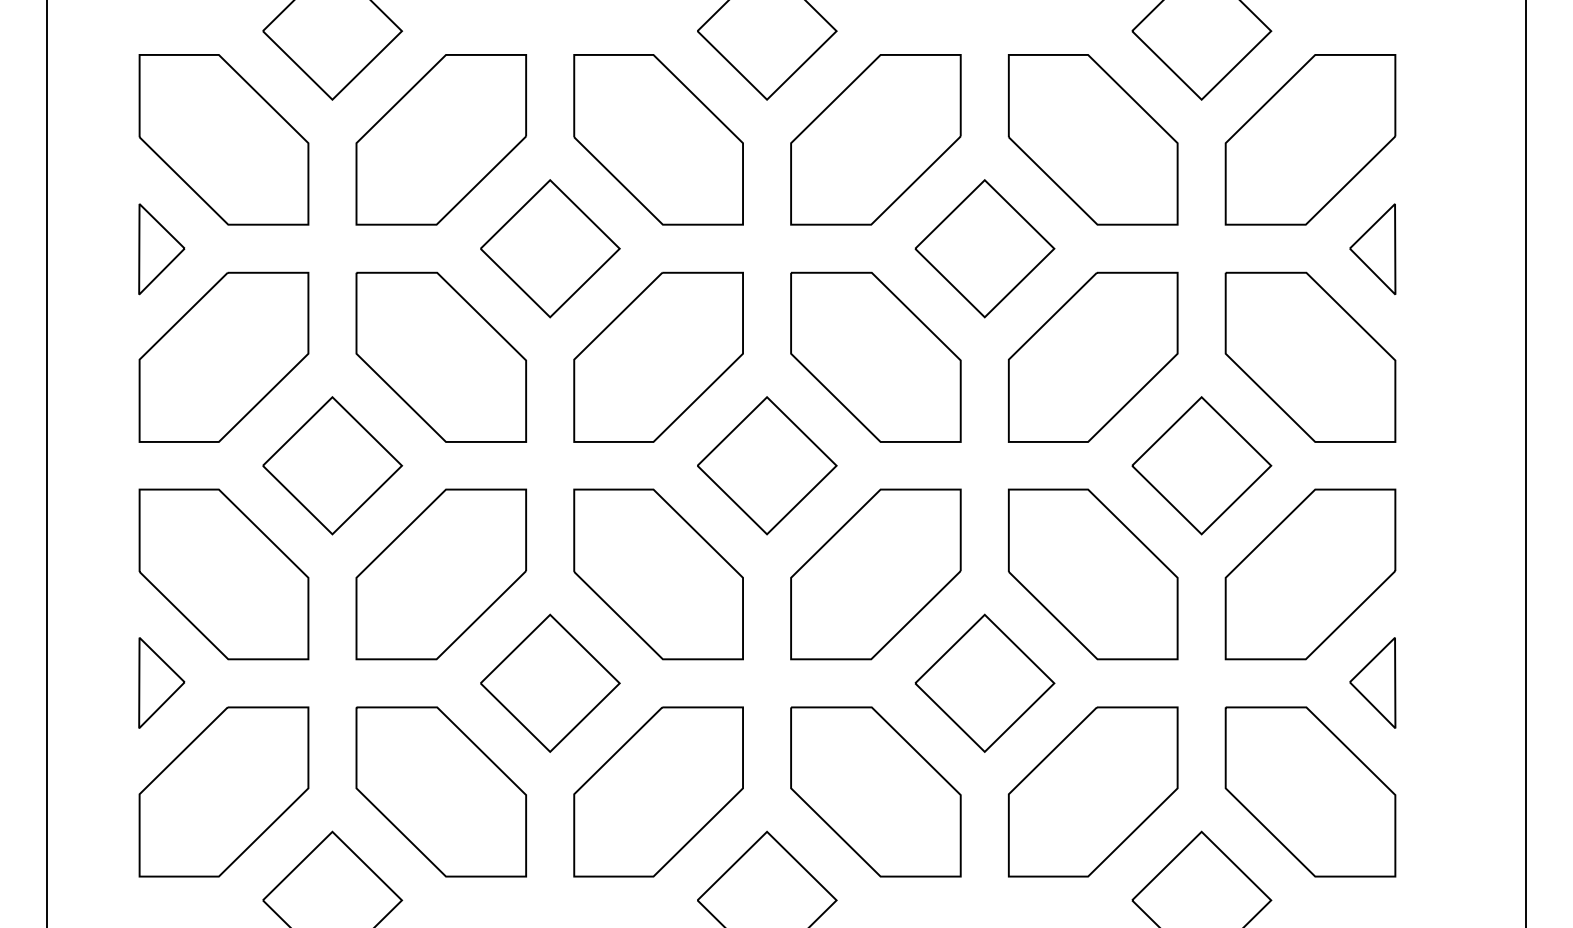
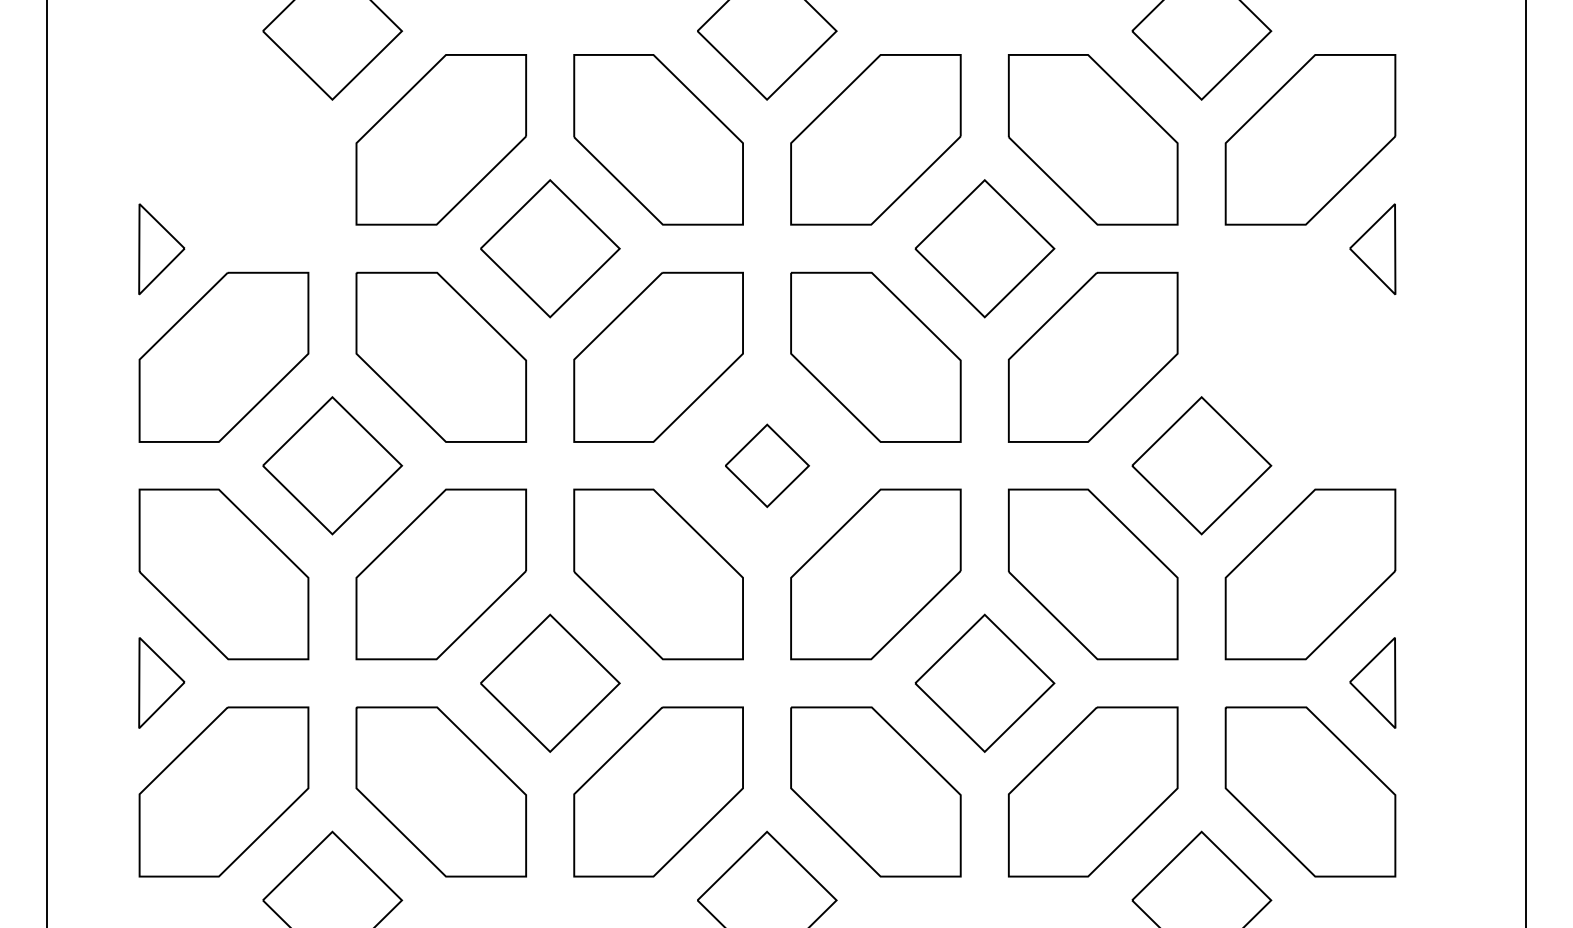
part at (223, 139): present -> none
part at (1310, 356): present -> none
part at (767, 465) size: 141x140 px -> 85x85 px
